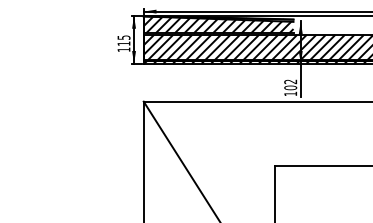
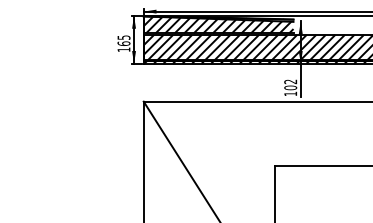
text at (123, 43): 115 -> 165
